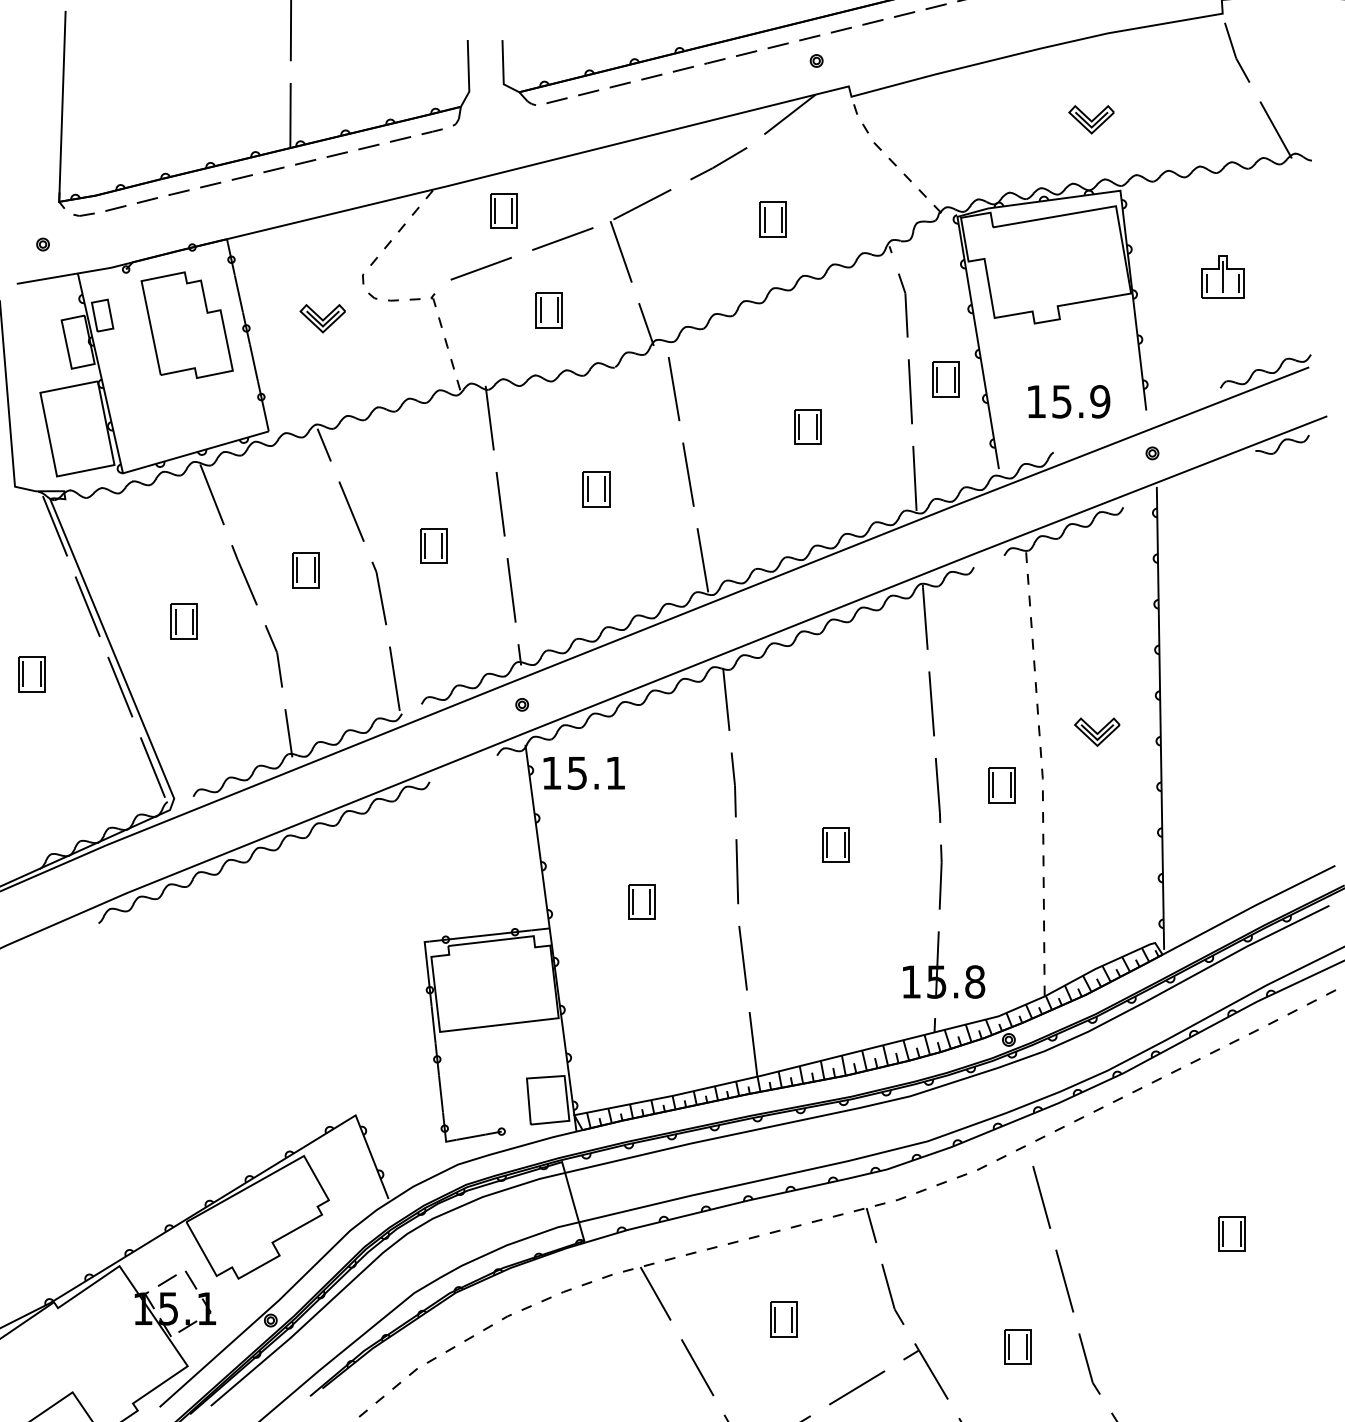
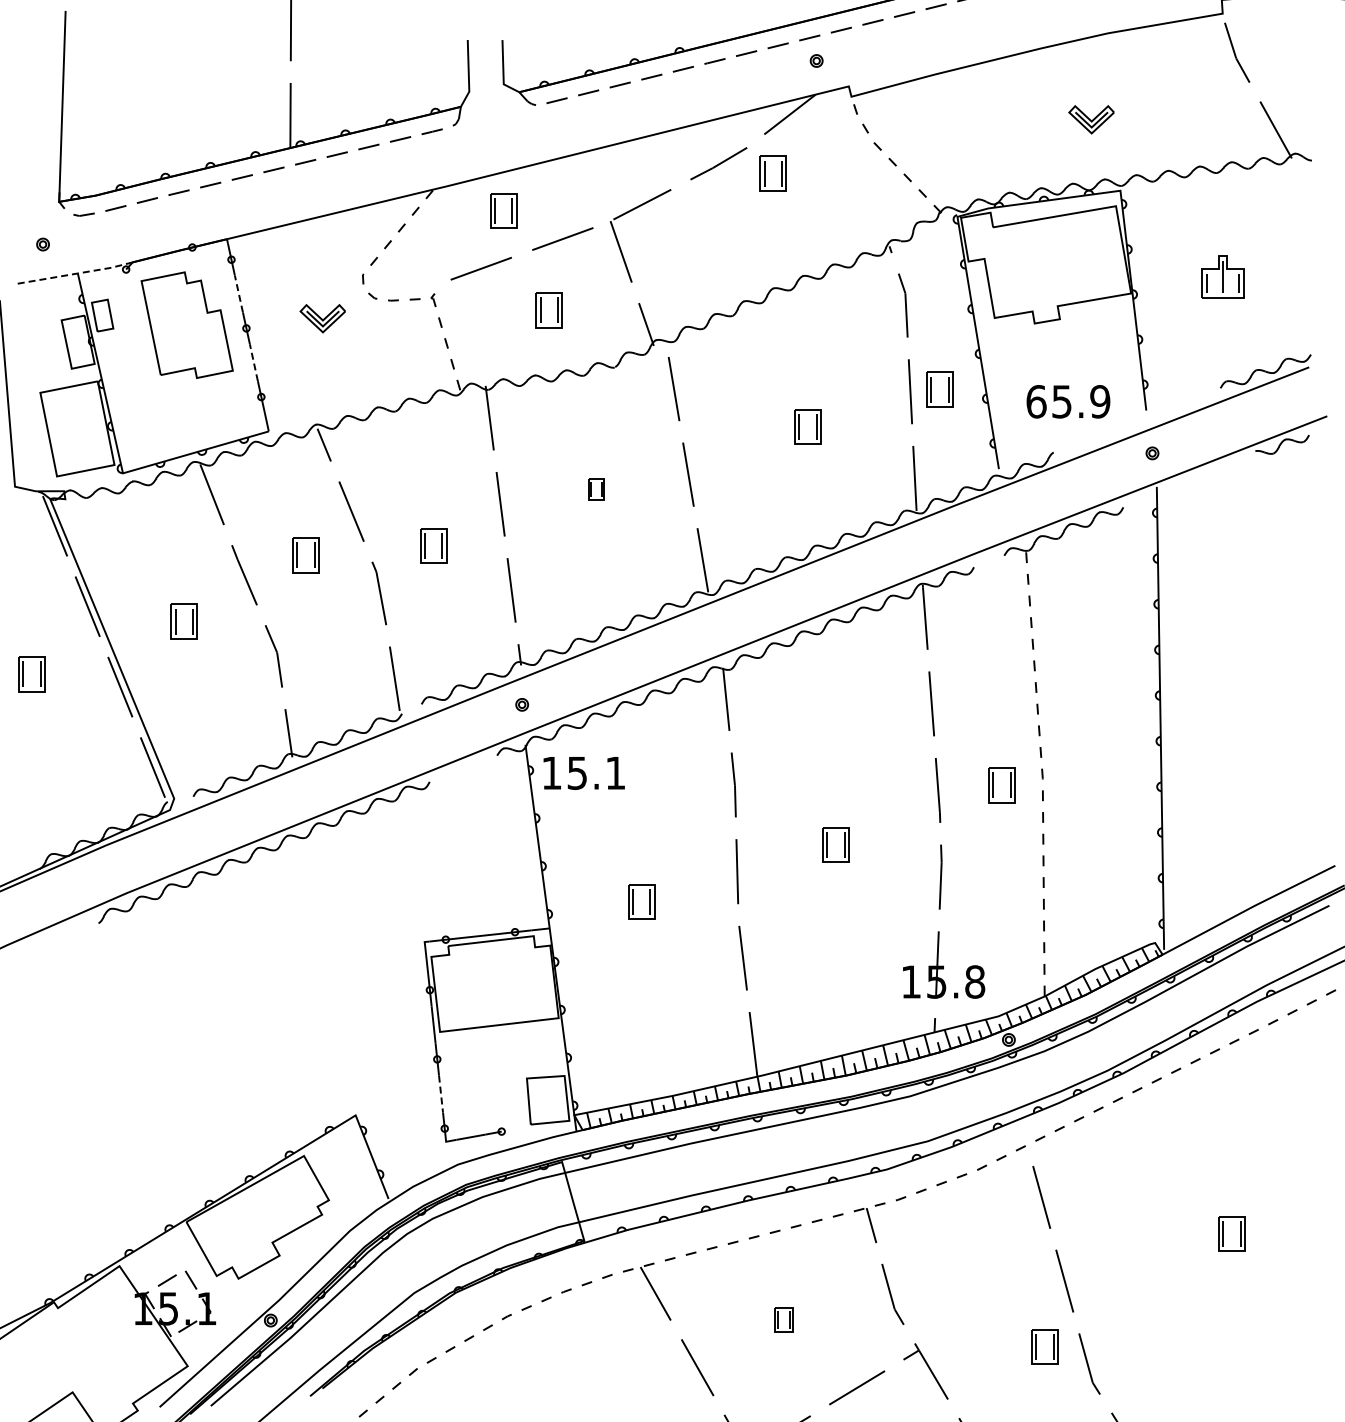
part at (772, 219) position: (772, 219) -> (772, 173)
line at (75, 273): solid -> dashed
line at (238, 294): solid -> dashed
line at (253, 362): solid -> dashed
part at (945, 379) position: (945, 379) -> (939, 389)
text at (1036, 401): 15.9 -> 65.9
part at (596, 489) size: 29x37 px -> 17x23 px
part at (305, 570) position: (305, 570) -> (305, 555)
part at (1097, 731): present -> none
line at (441, 1094): solid -> dashed
part at (783, 1319) size: 28x37 px -> 20x26 px
part at (1017, 1346) position: (1017, 1346) -> (1044, 1346)
